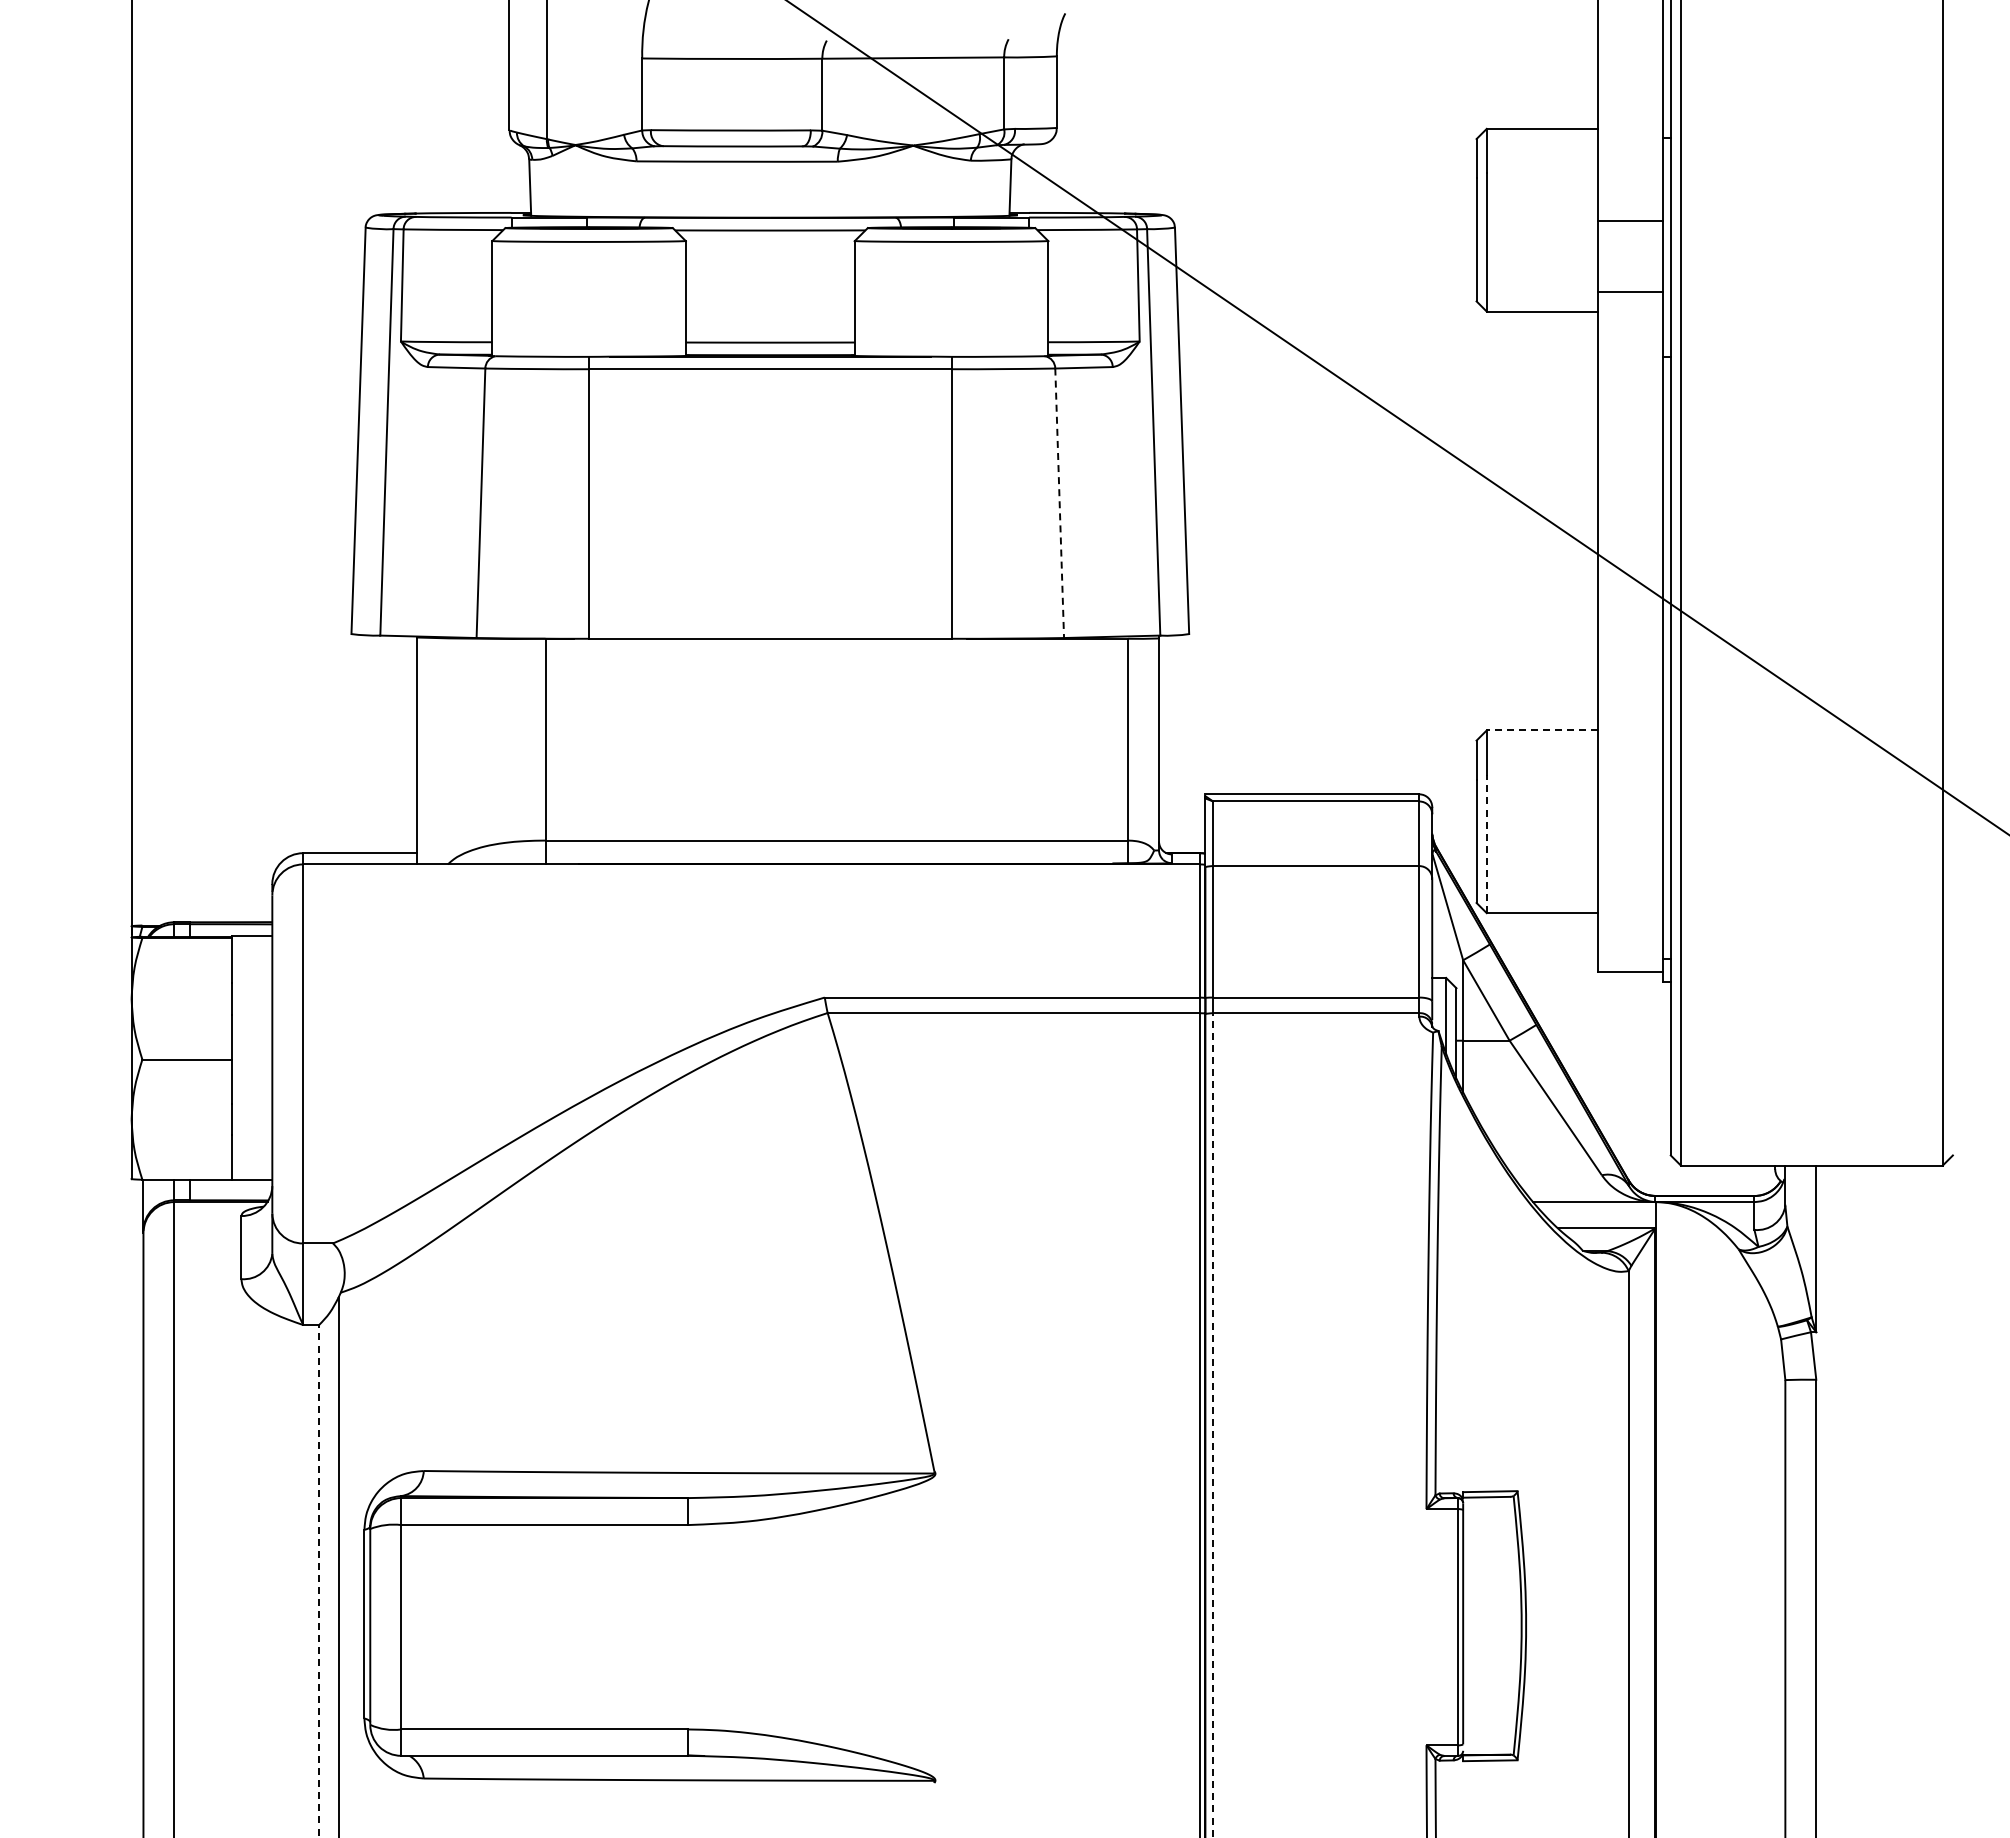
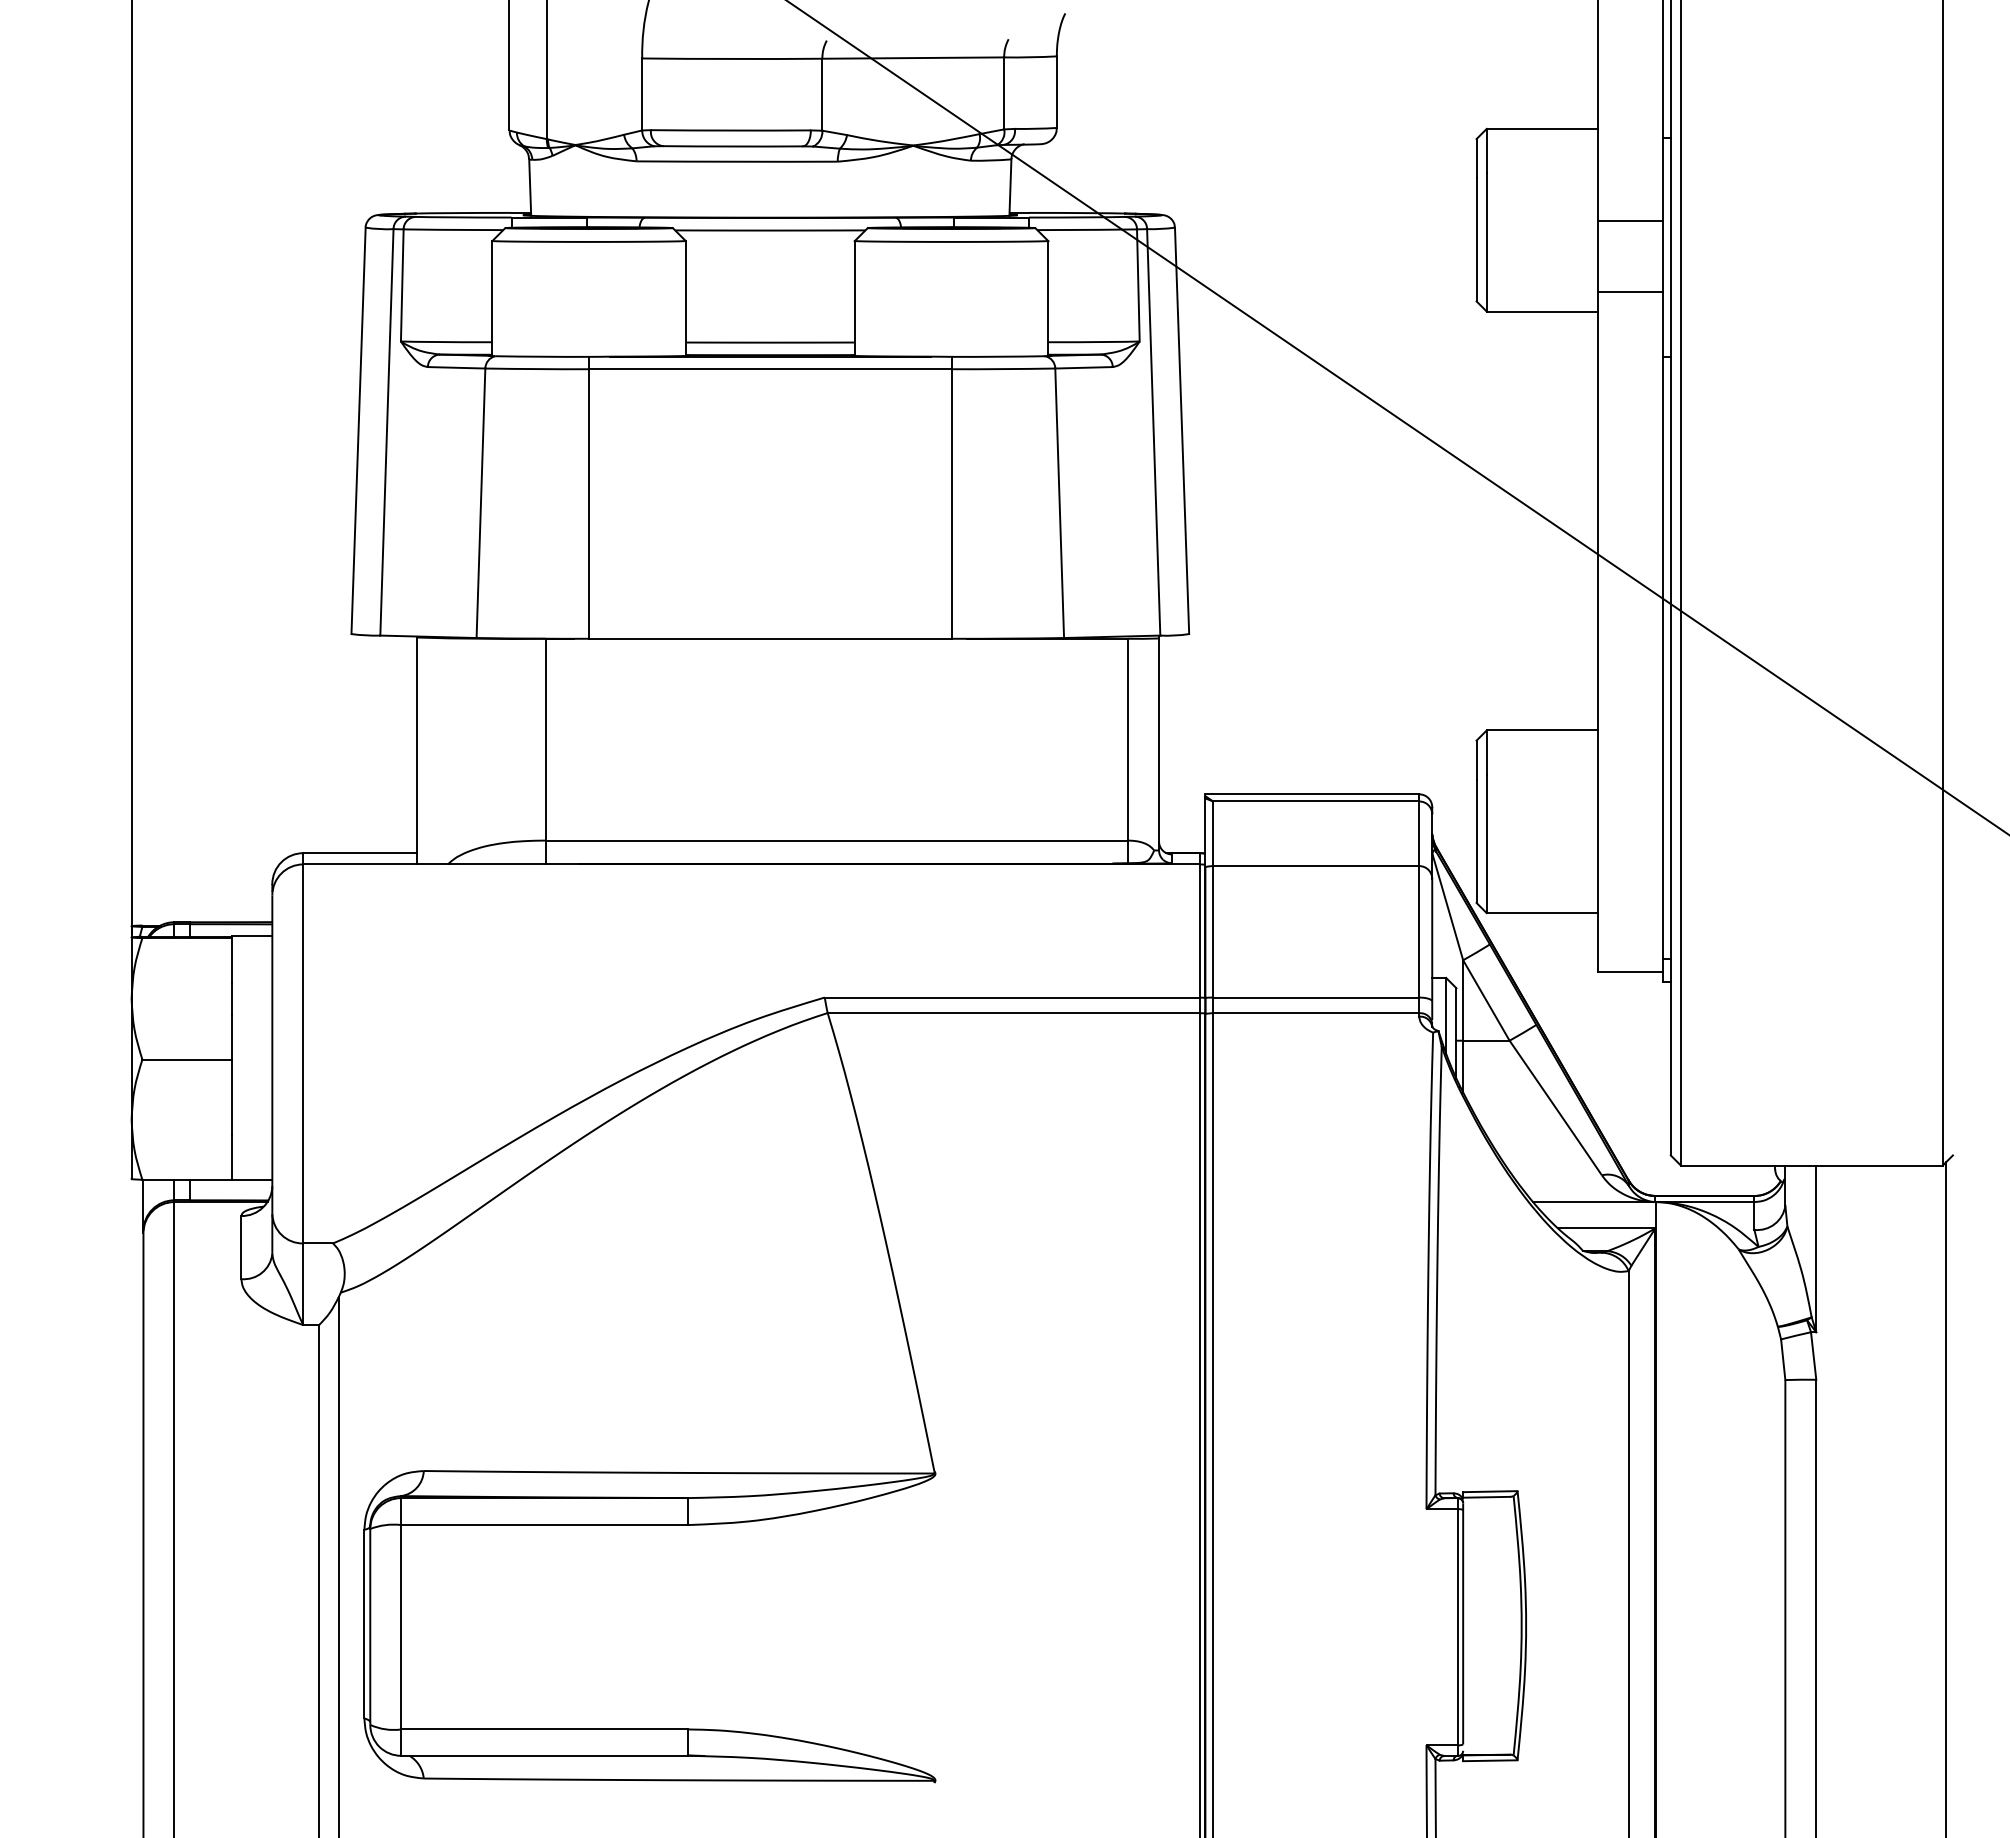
line at (1059, 503): dashed -> solid
line at (1542, 730): dashed -> solid
line at (1486, 843): dashed -> solid
line at (1213, 1425): dashed -> solid
line at (1946, 1497): none -> present
line at (319, 1581): dashed -> solid
